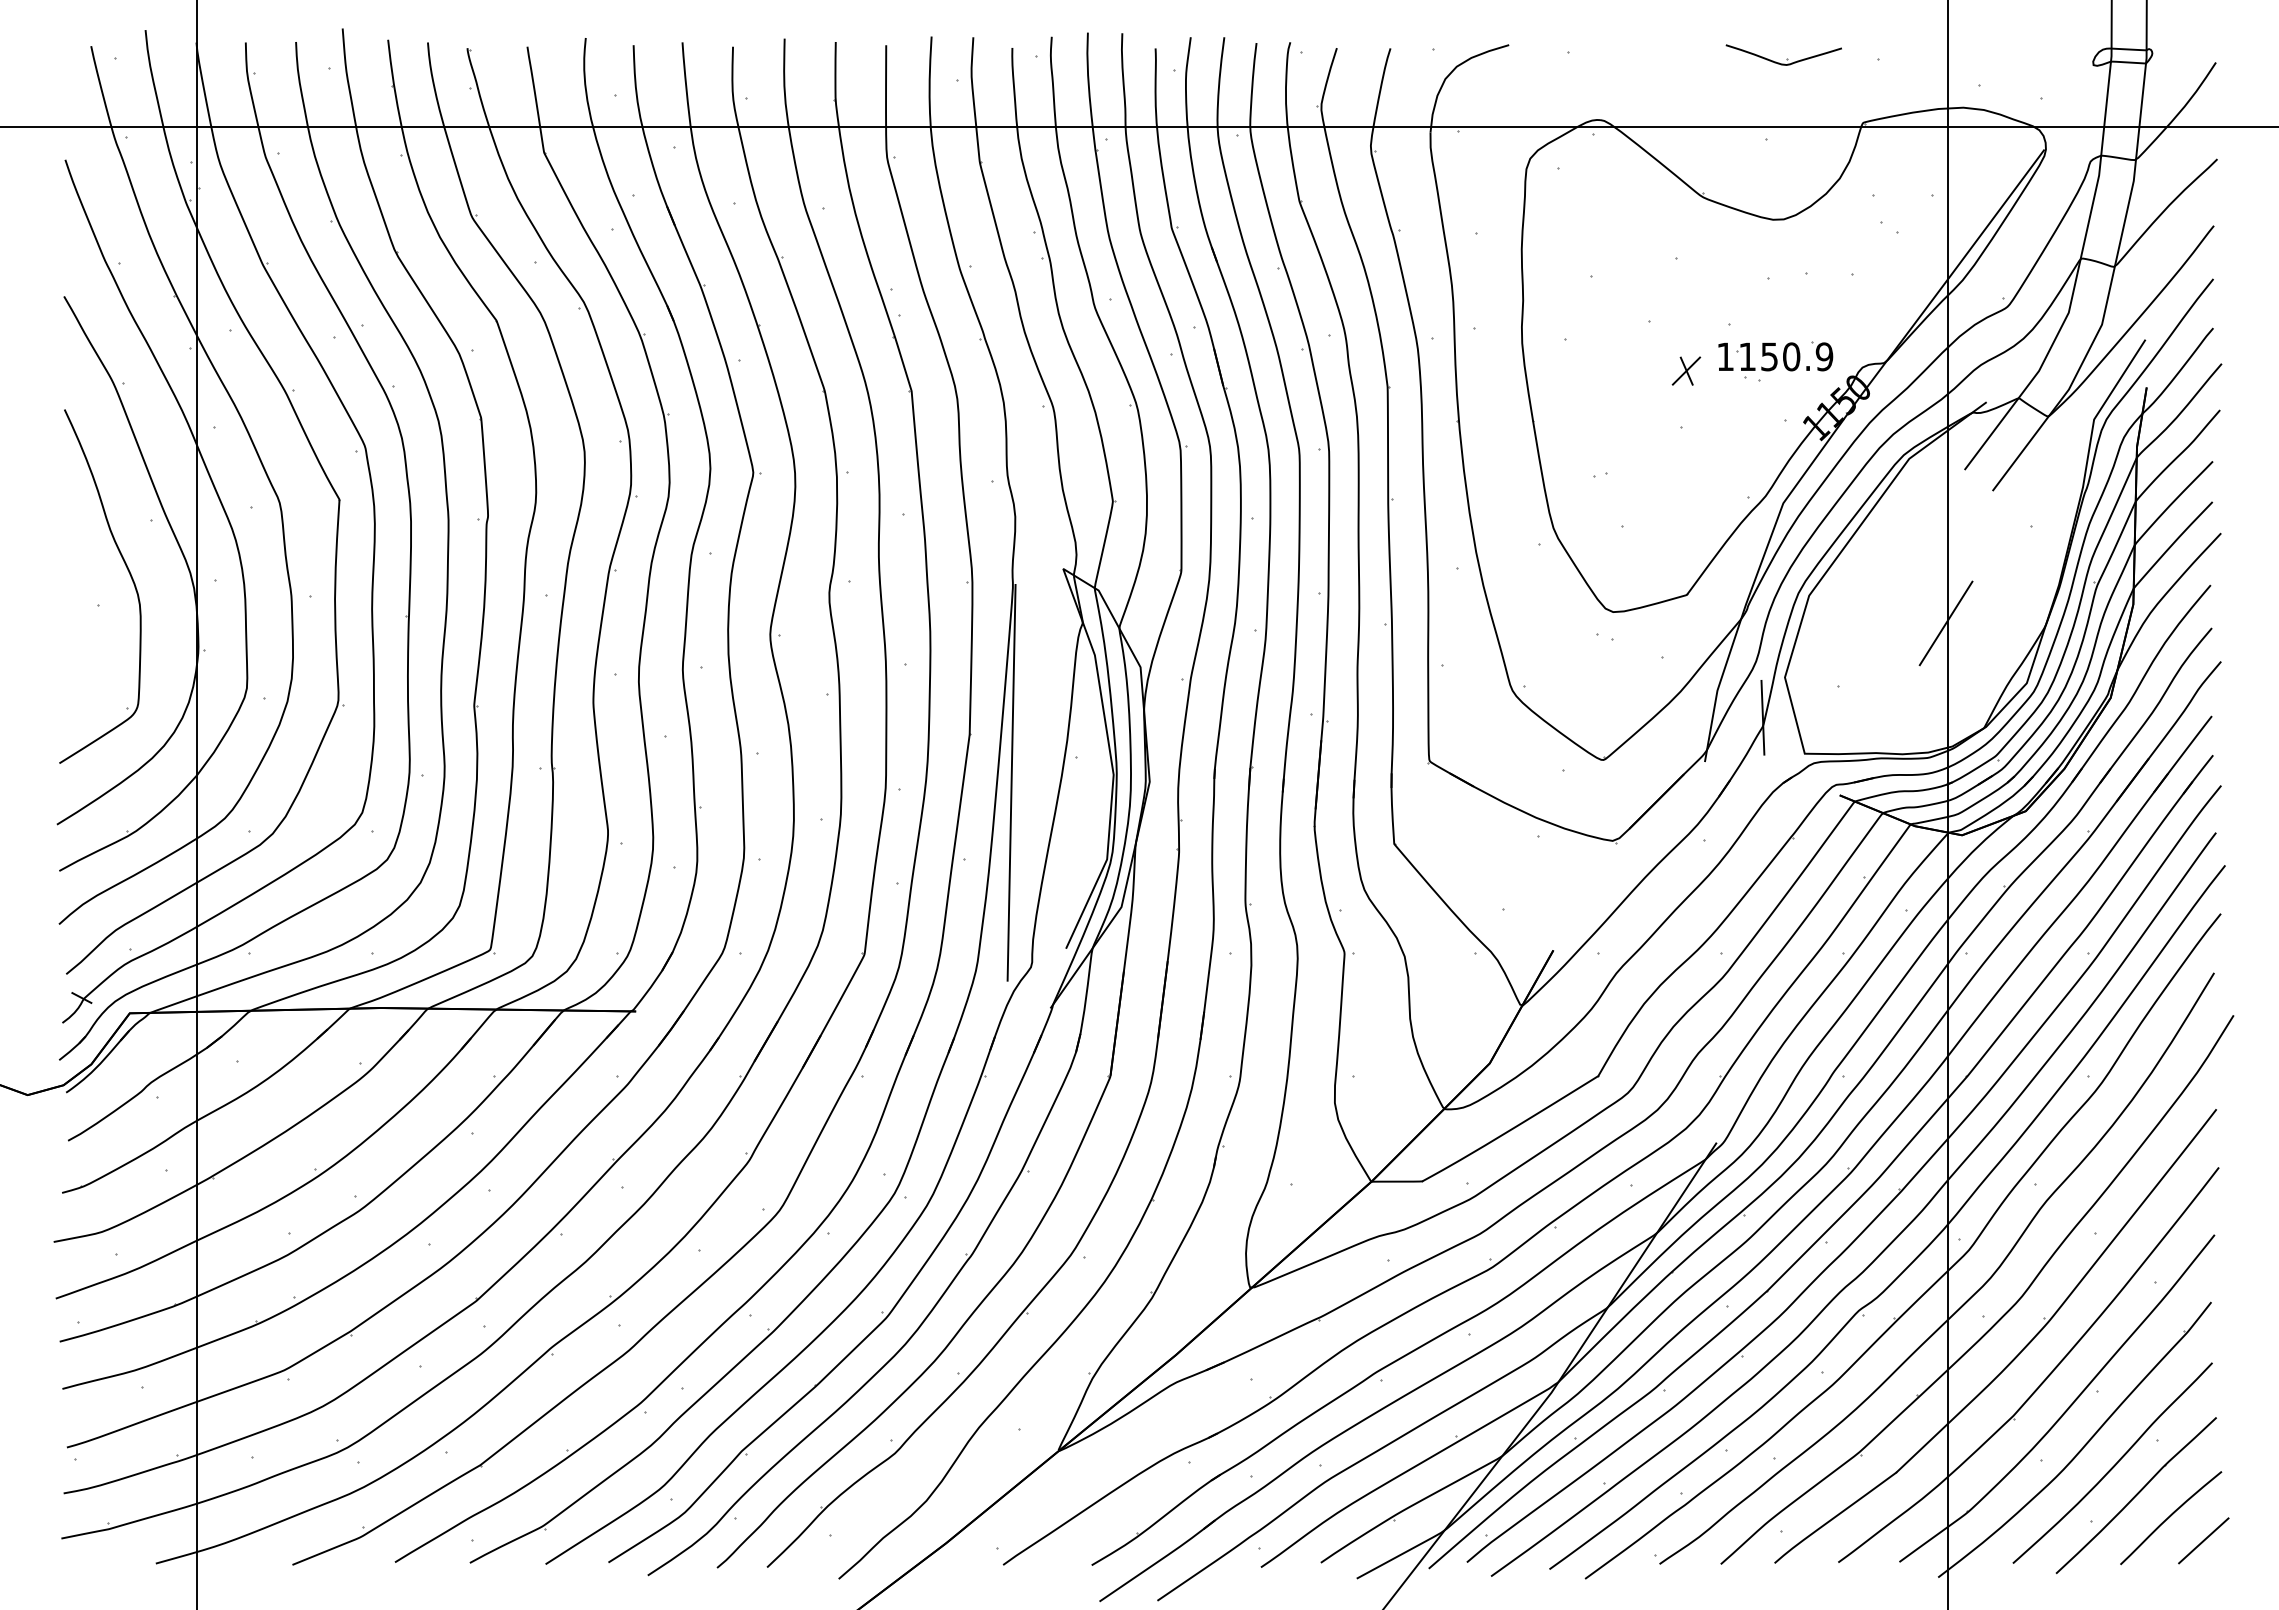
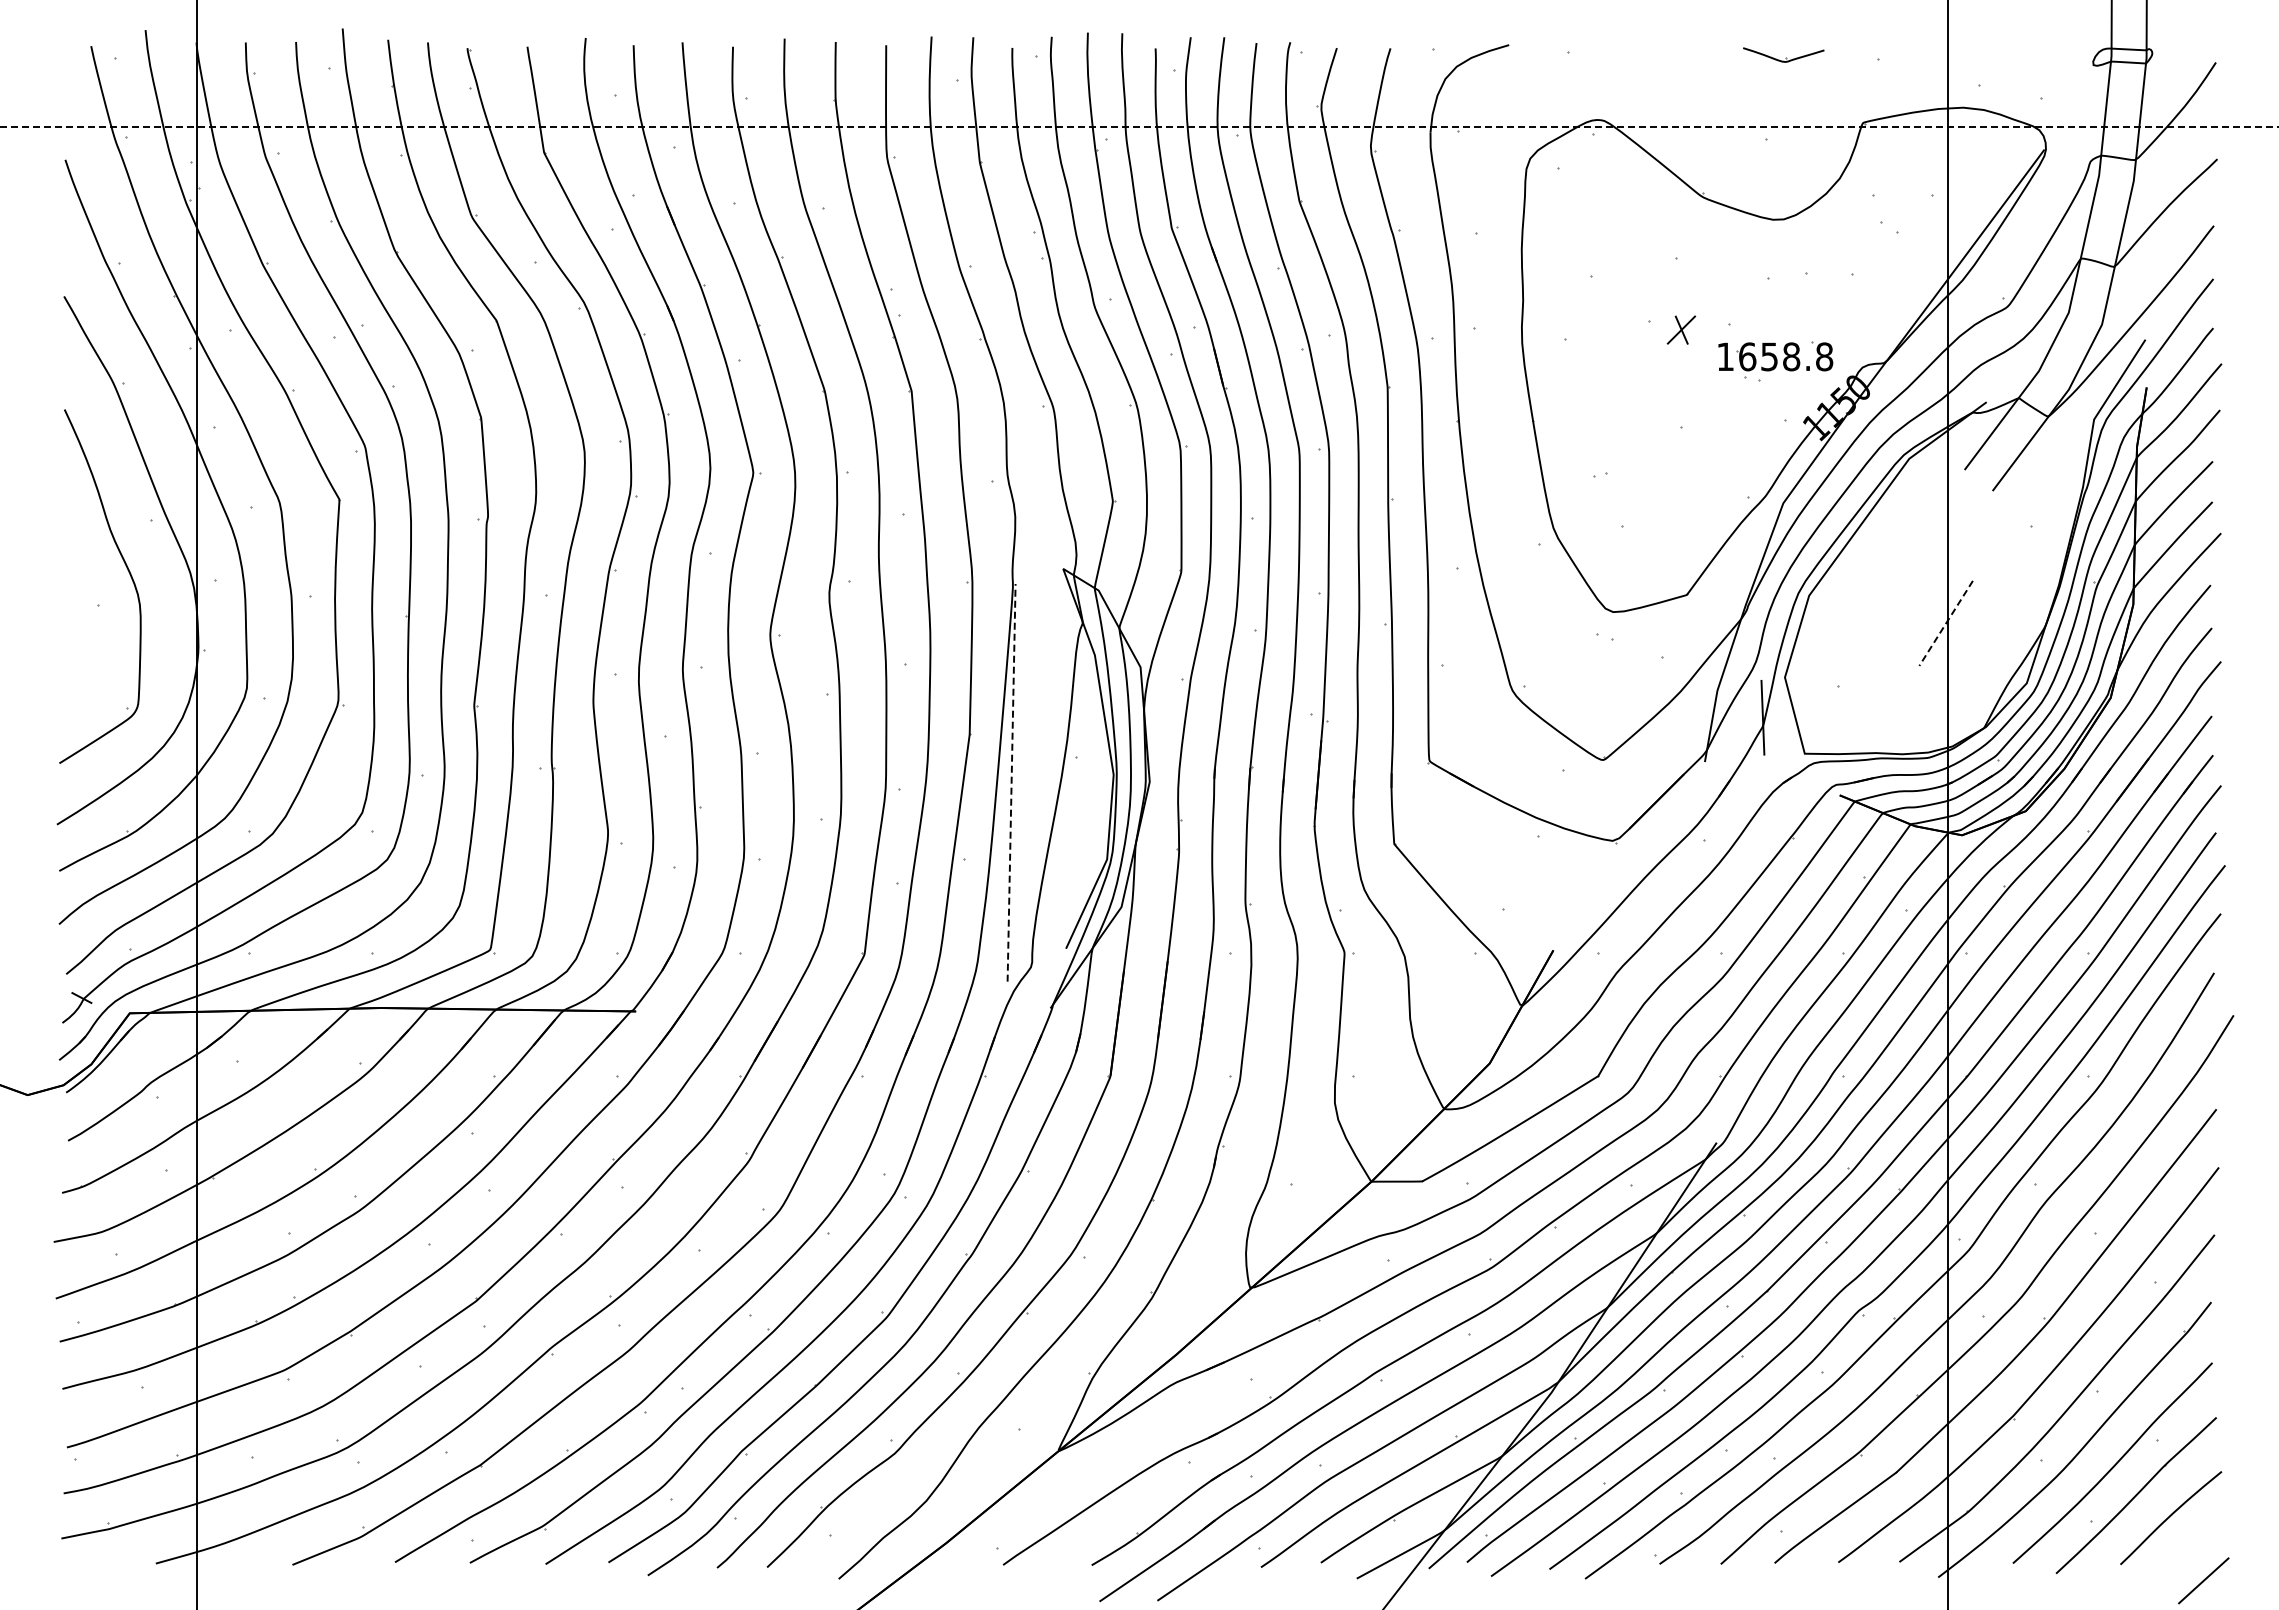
part at (1783, 54) size: 117x22 px -> 82x16 px
line at (1138, 126): solid -> dashed
text at (1786, 356): 1150.9 -> 1658.8
part at (1686, 370) position: (1686, 370) -> (1681, 329)
line at (1945, 623): solid -> dashed
line at (1011, 782): solid -> dashed
line at (2203, 1540) position: (2203, 1540) -> (2203, 1580)
